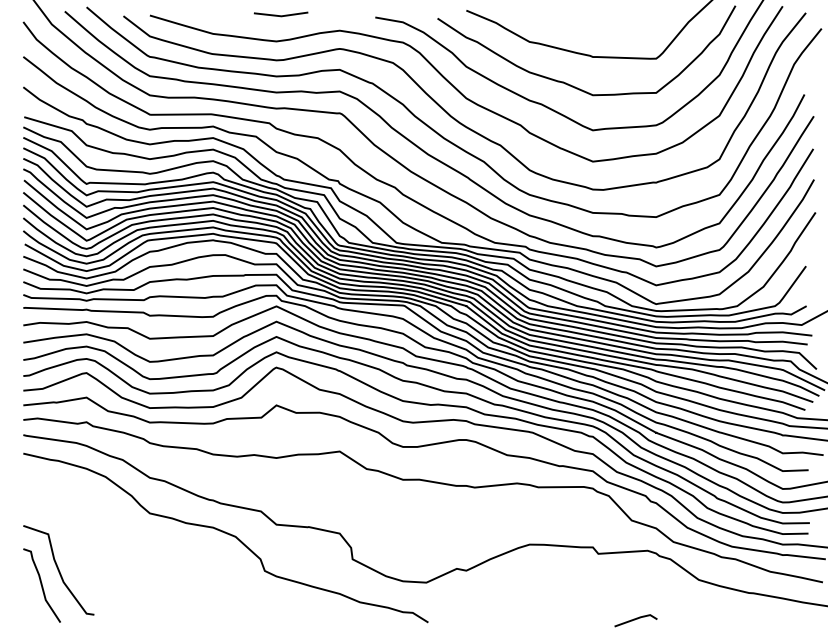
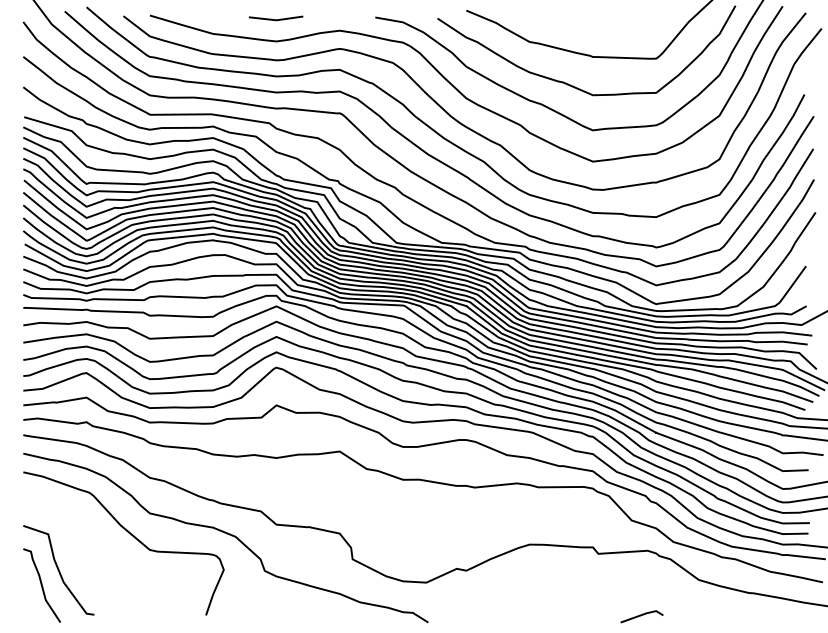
line at (280, 15) position: (280, 15) -> (275, 19)
curve at (129, 534): none -> present
line at (635, 620) position: (635, 620) -> (641, 616)
